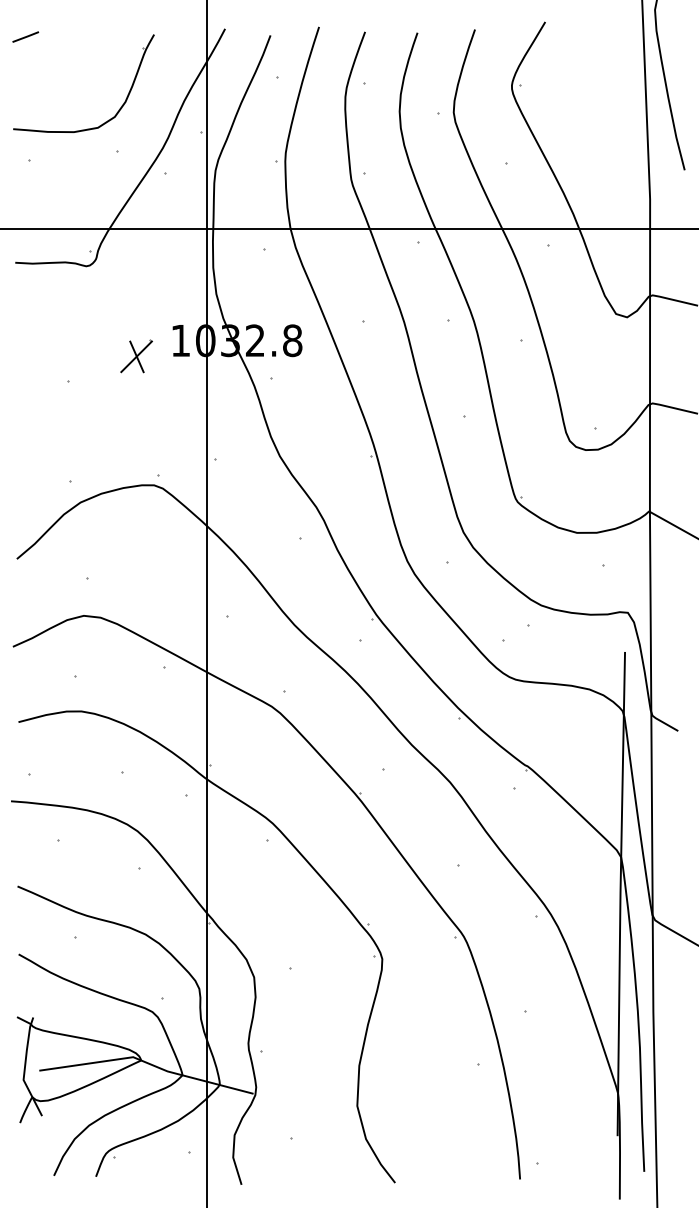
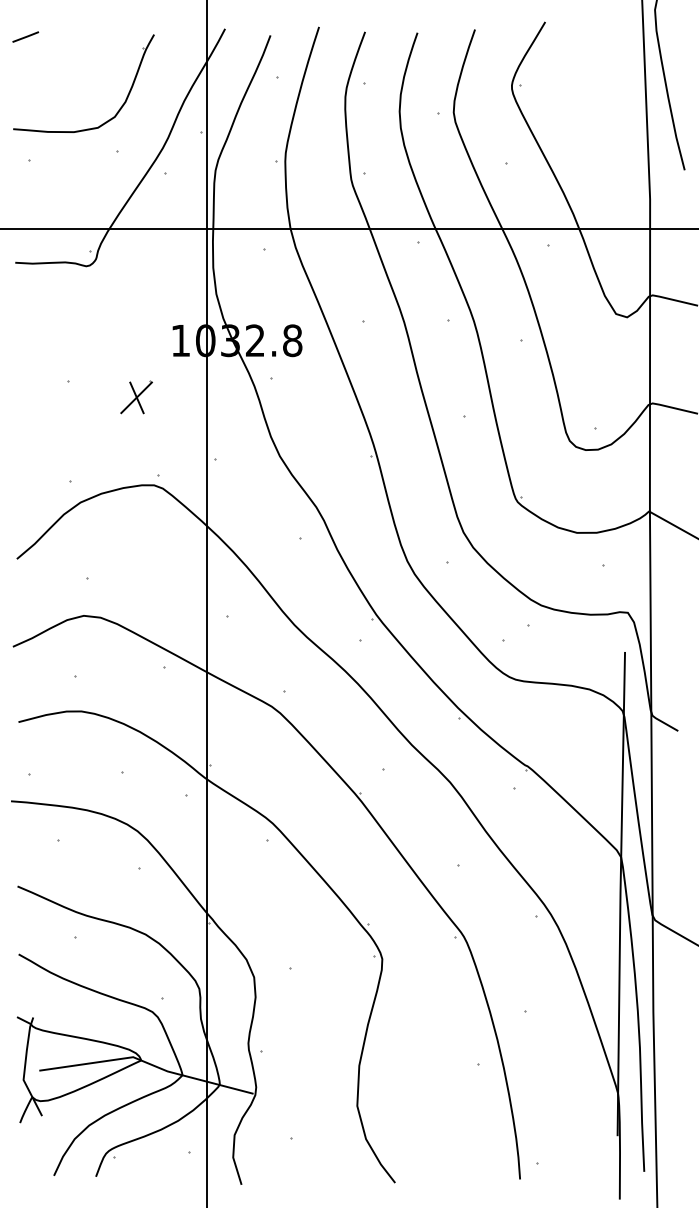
part at (136, 356) position: (136, 356) -> (136, 397)
